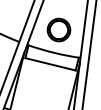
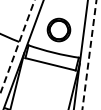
line at (17, 47): solid -> dashed
line at (89, 54): solid -> dashed
